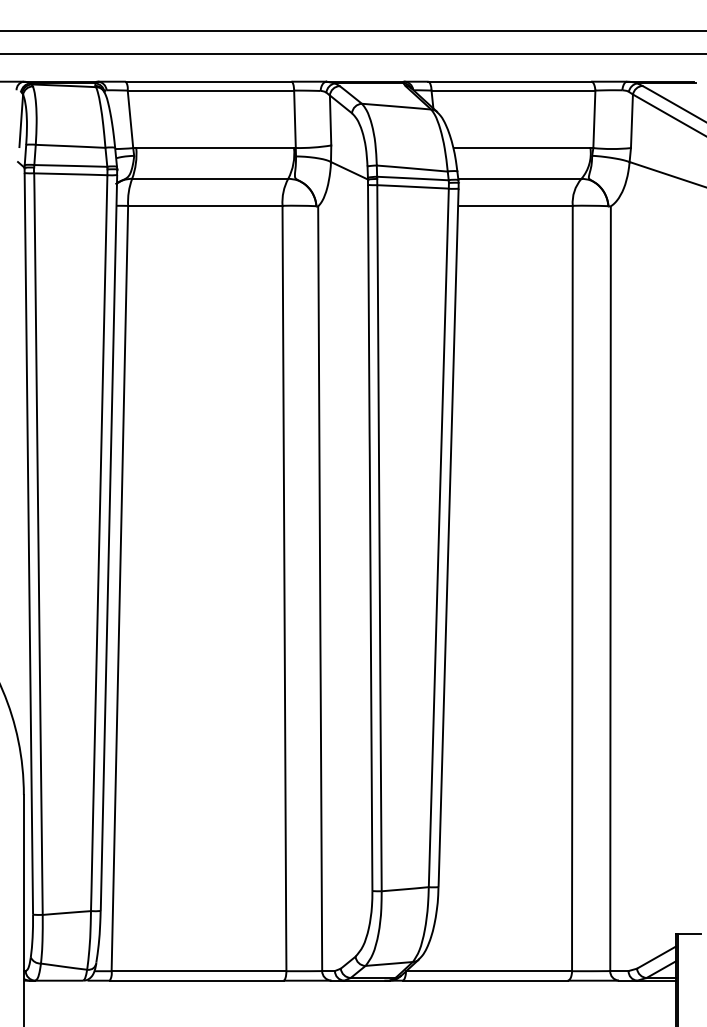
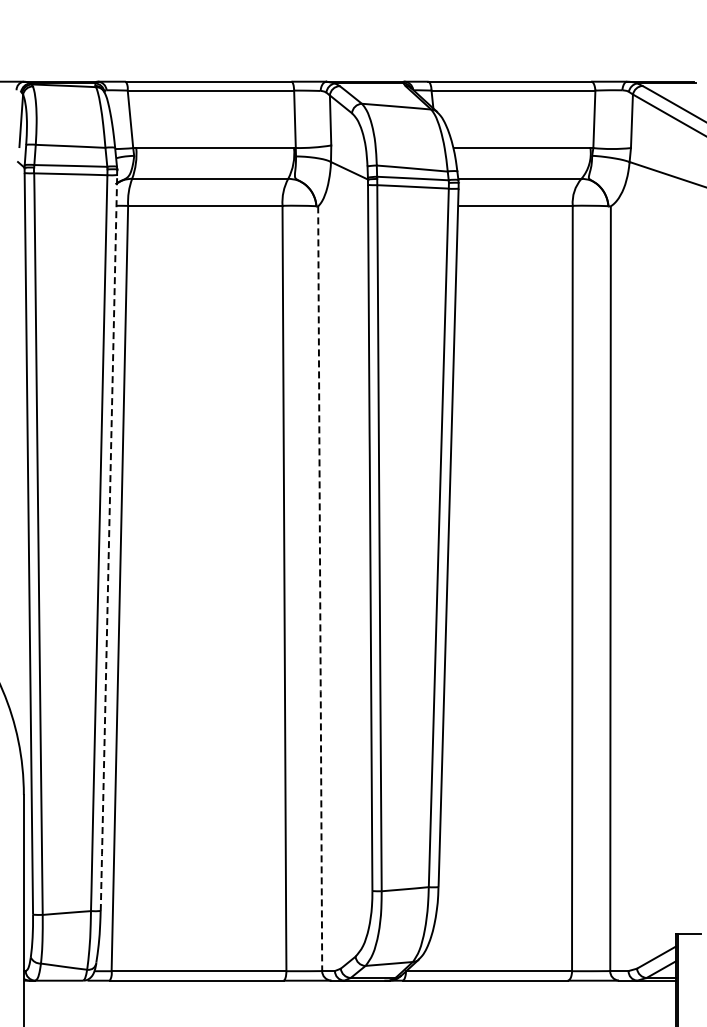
line at (352, 30): present -> none
line at (352, 54): present -> none
line at (108, 543): solid -> dashed
line at (320, 589): solid -> dashed
